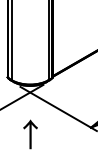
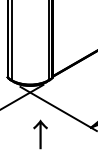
text at (30, 134) position: (30, 134) -> (40, 134)
